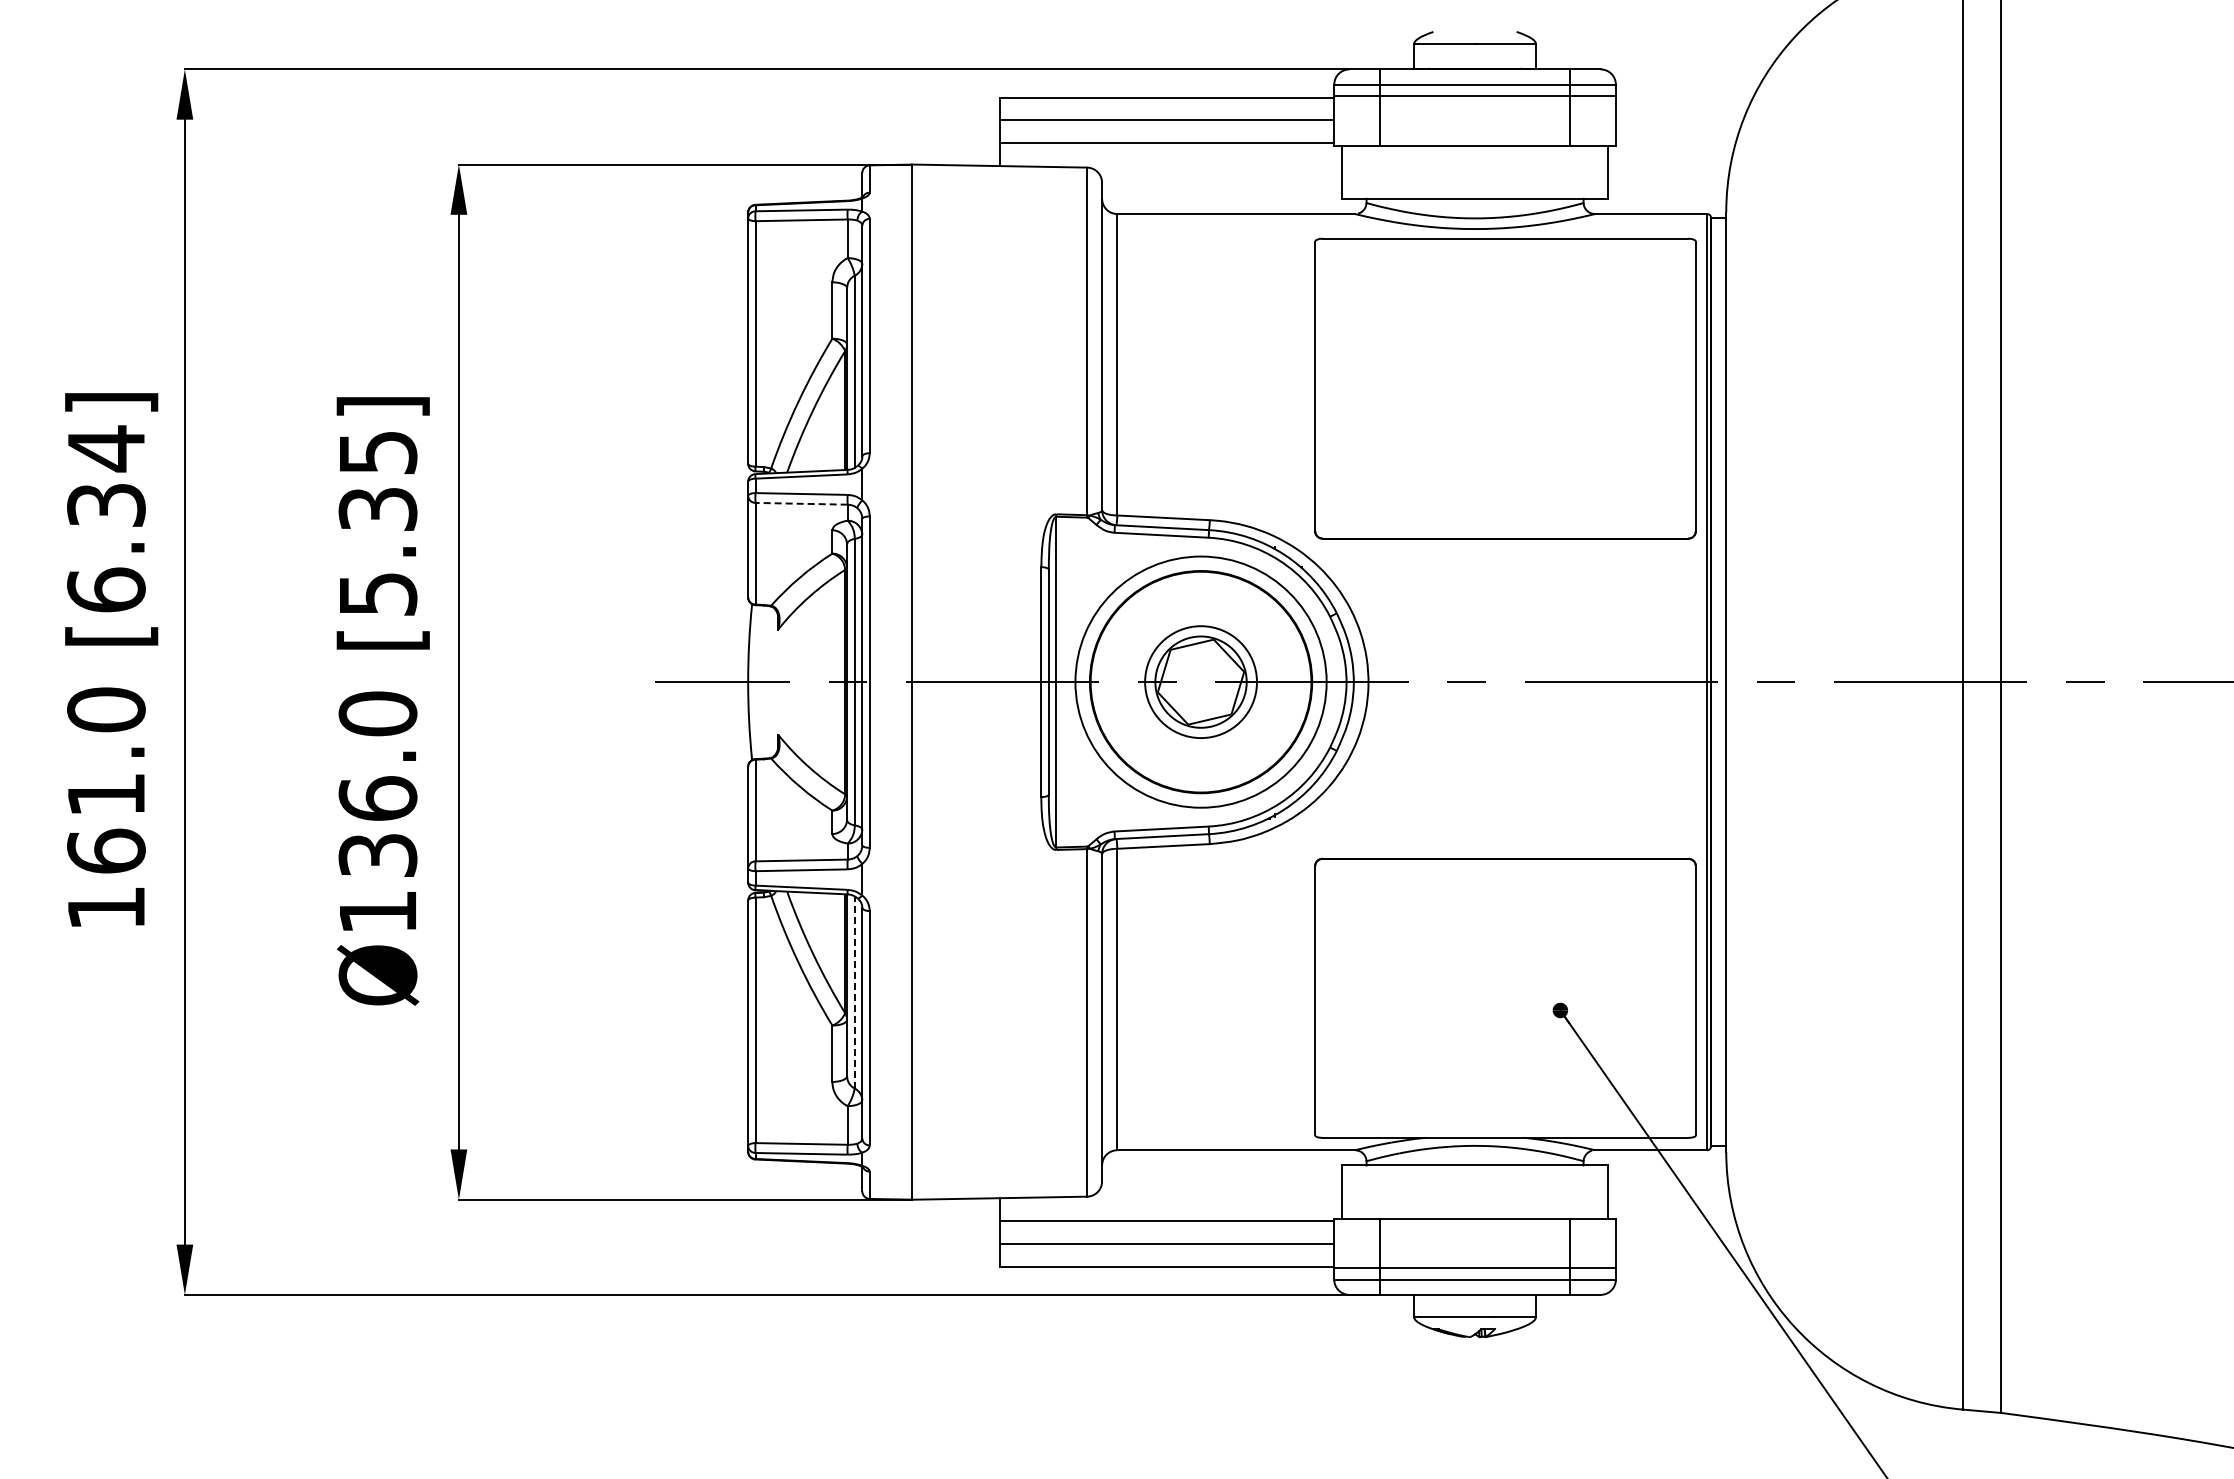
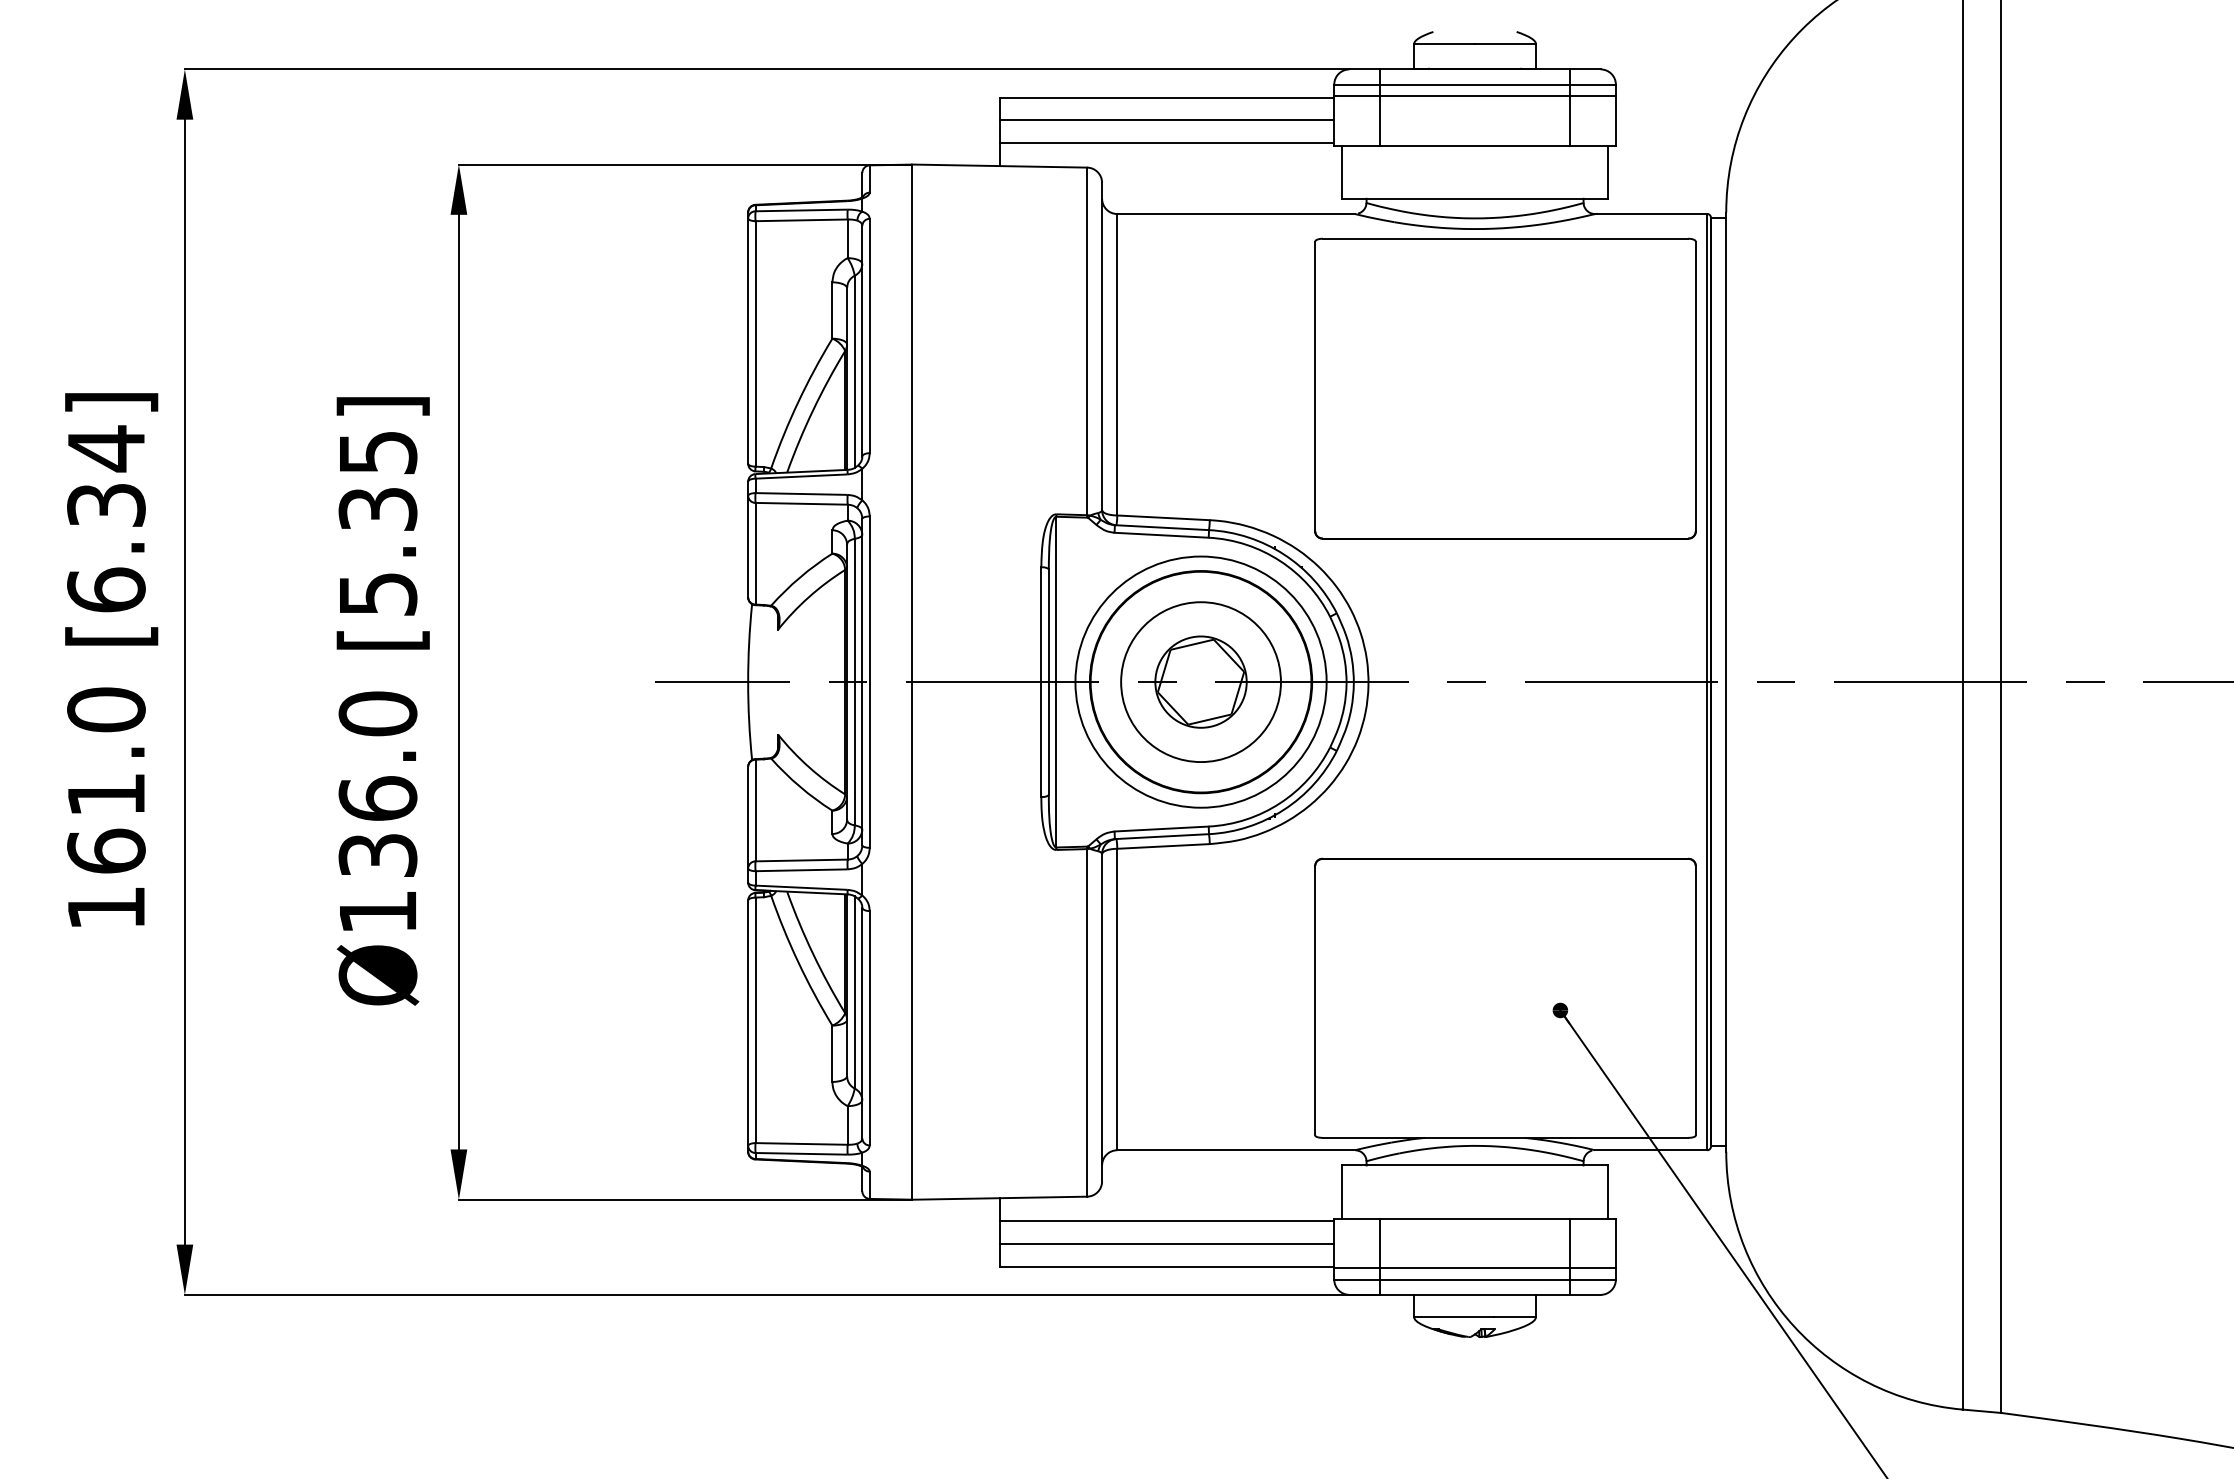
line at (801, 503): dashed -> solid
circle at (1200, 682) diameter: 112 px -> 160 px
line at (854, 992): dashed -> solid
